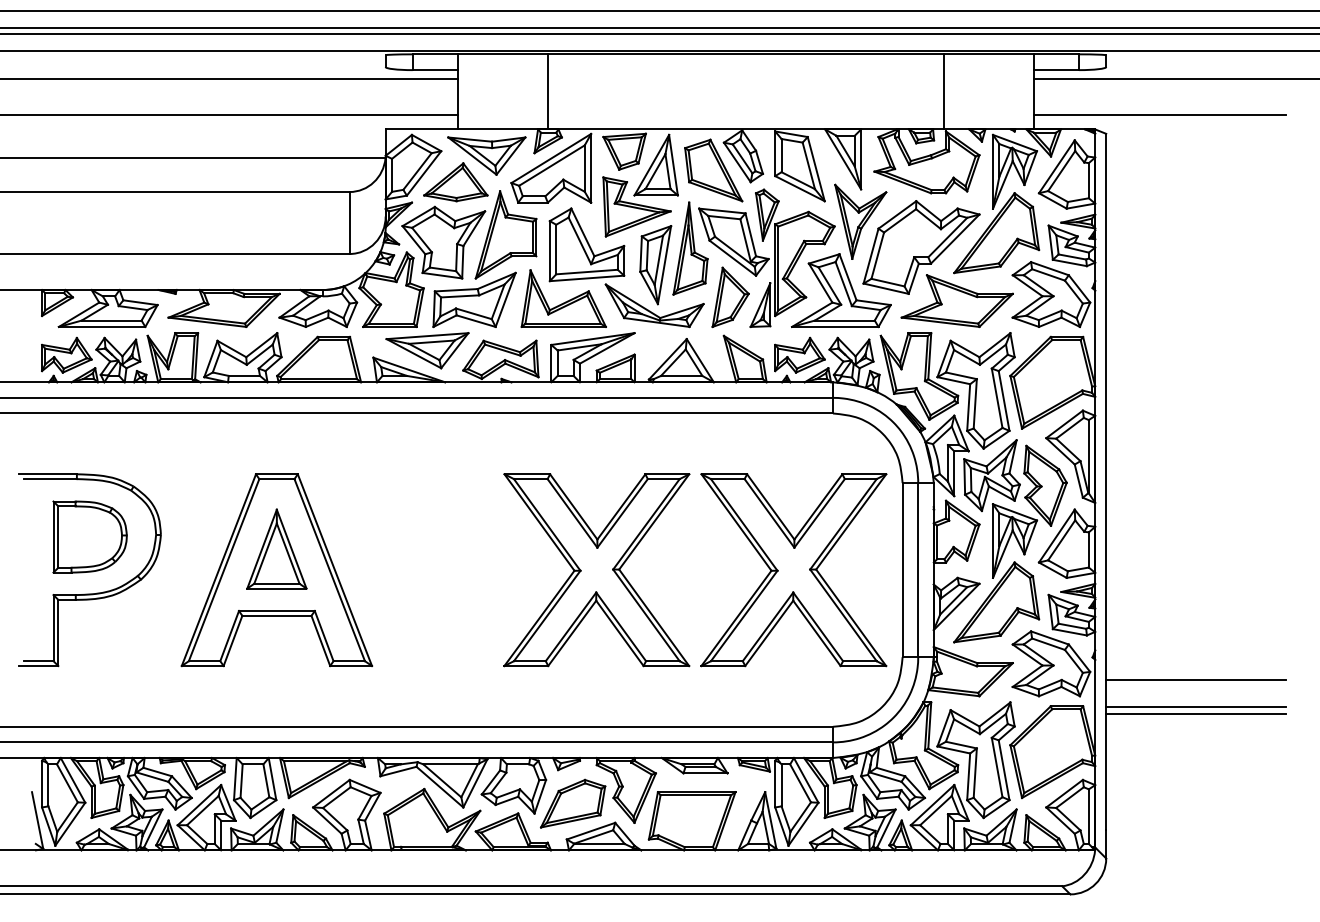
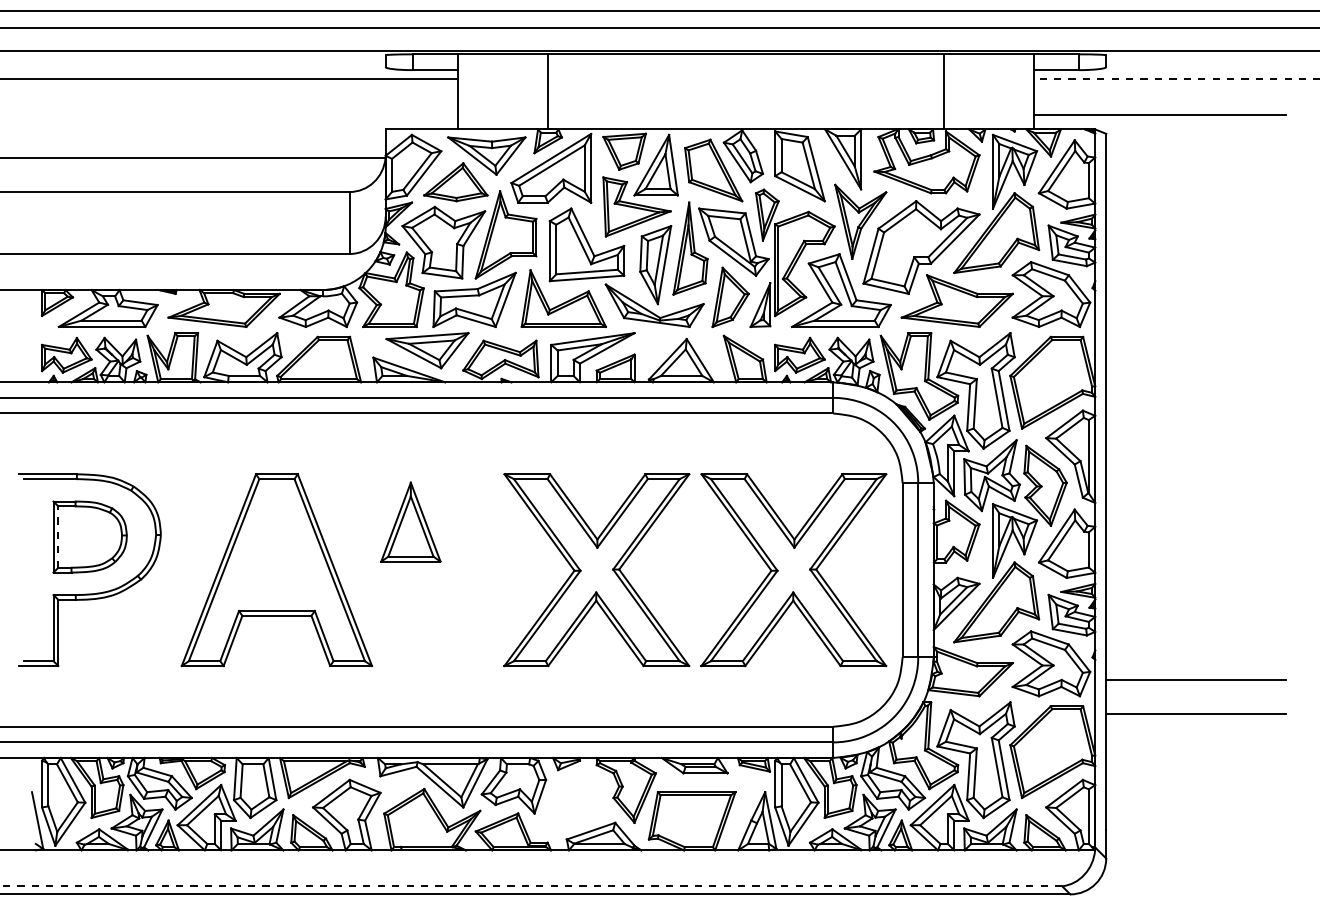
line at (659, 34): present -> none
line at (1176, 79): solid -> dashed
line at (229, 115): present -> none
line at (58, 537): solid -> dashed
part at (276, 548) position: (276, 548) -> (410, 521)
line at (1196, 706): present -> none
part at (572, 803): present -> none
line at (531, 886): solid -> dashed
